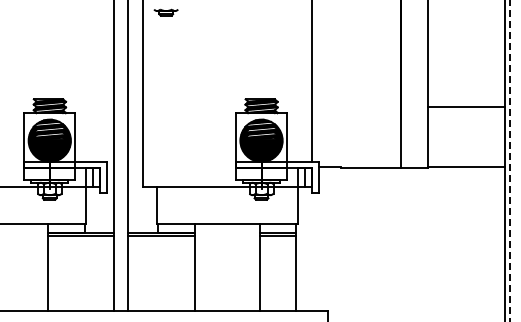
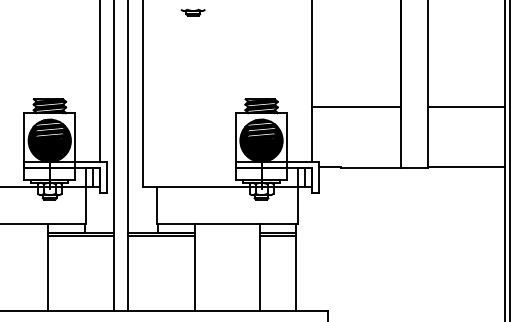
part at (165, 12) position: (165, 12) -> (192, 12)
line at (99, 81): none -> present
line at (355, 107): none -> present
line at (509, 161): dashed -> solid
